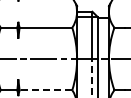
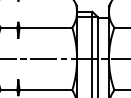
line at (92, 77): dashed -> solid
line at (45, 90): dashed -> solid
